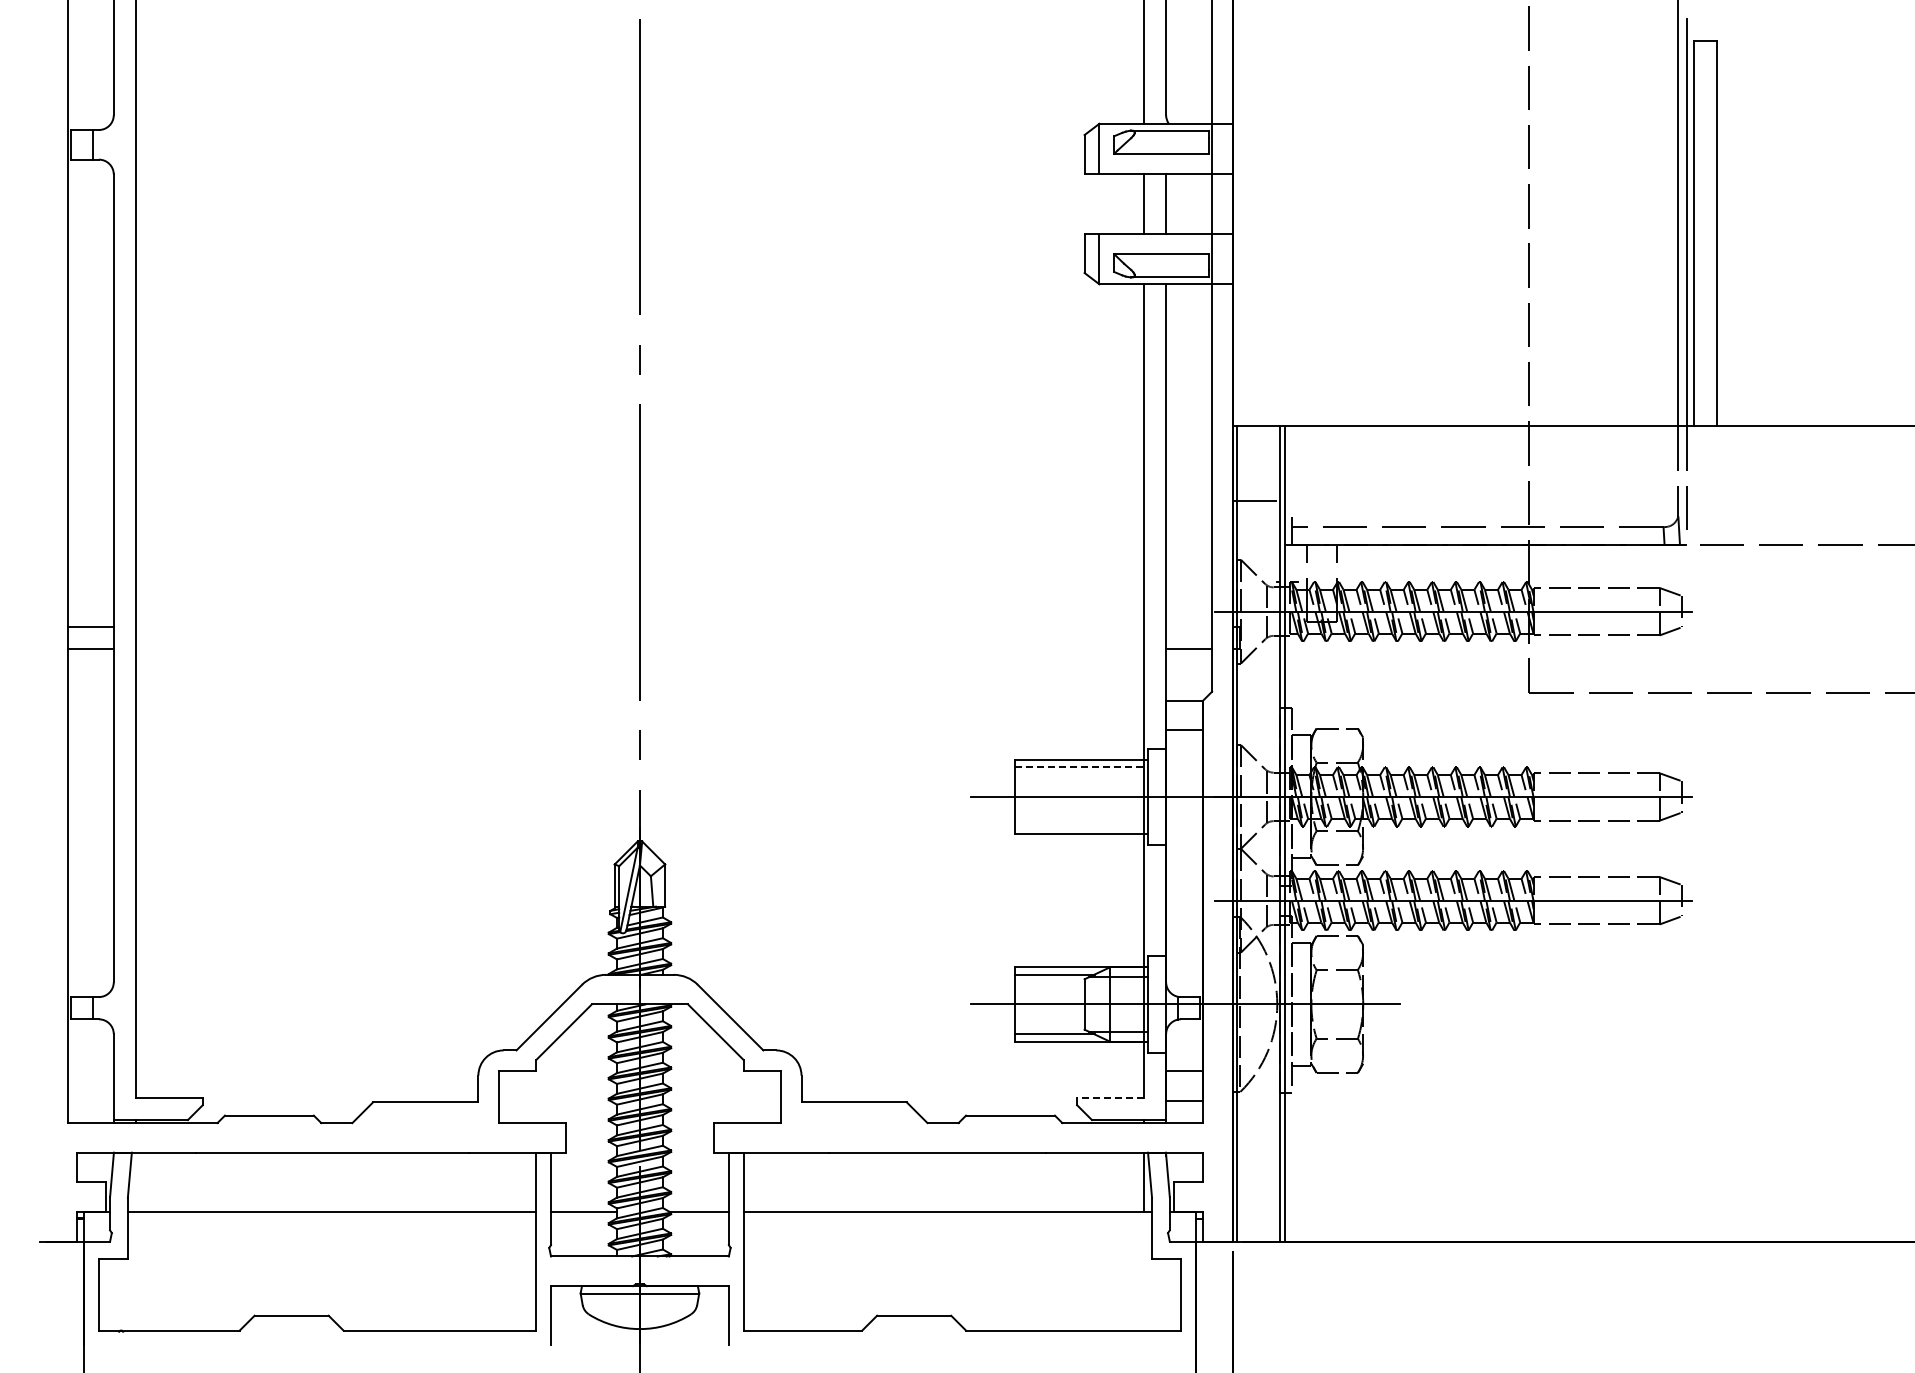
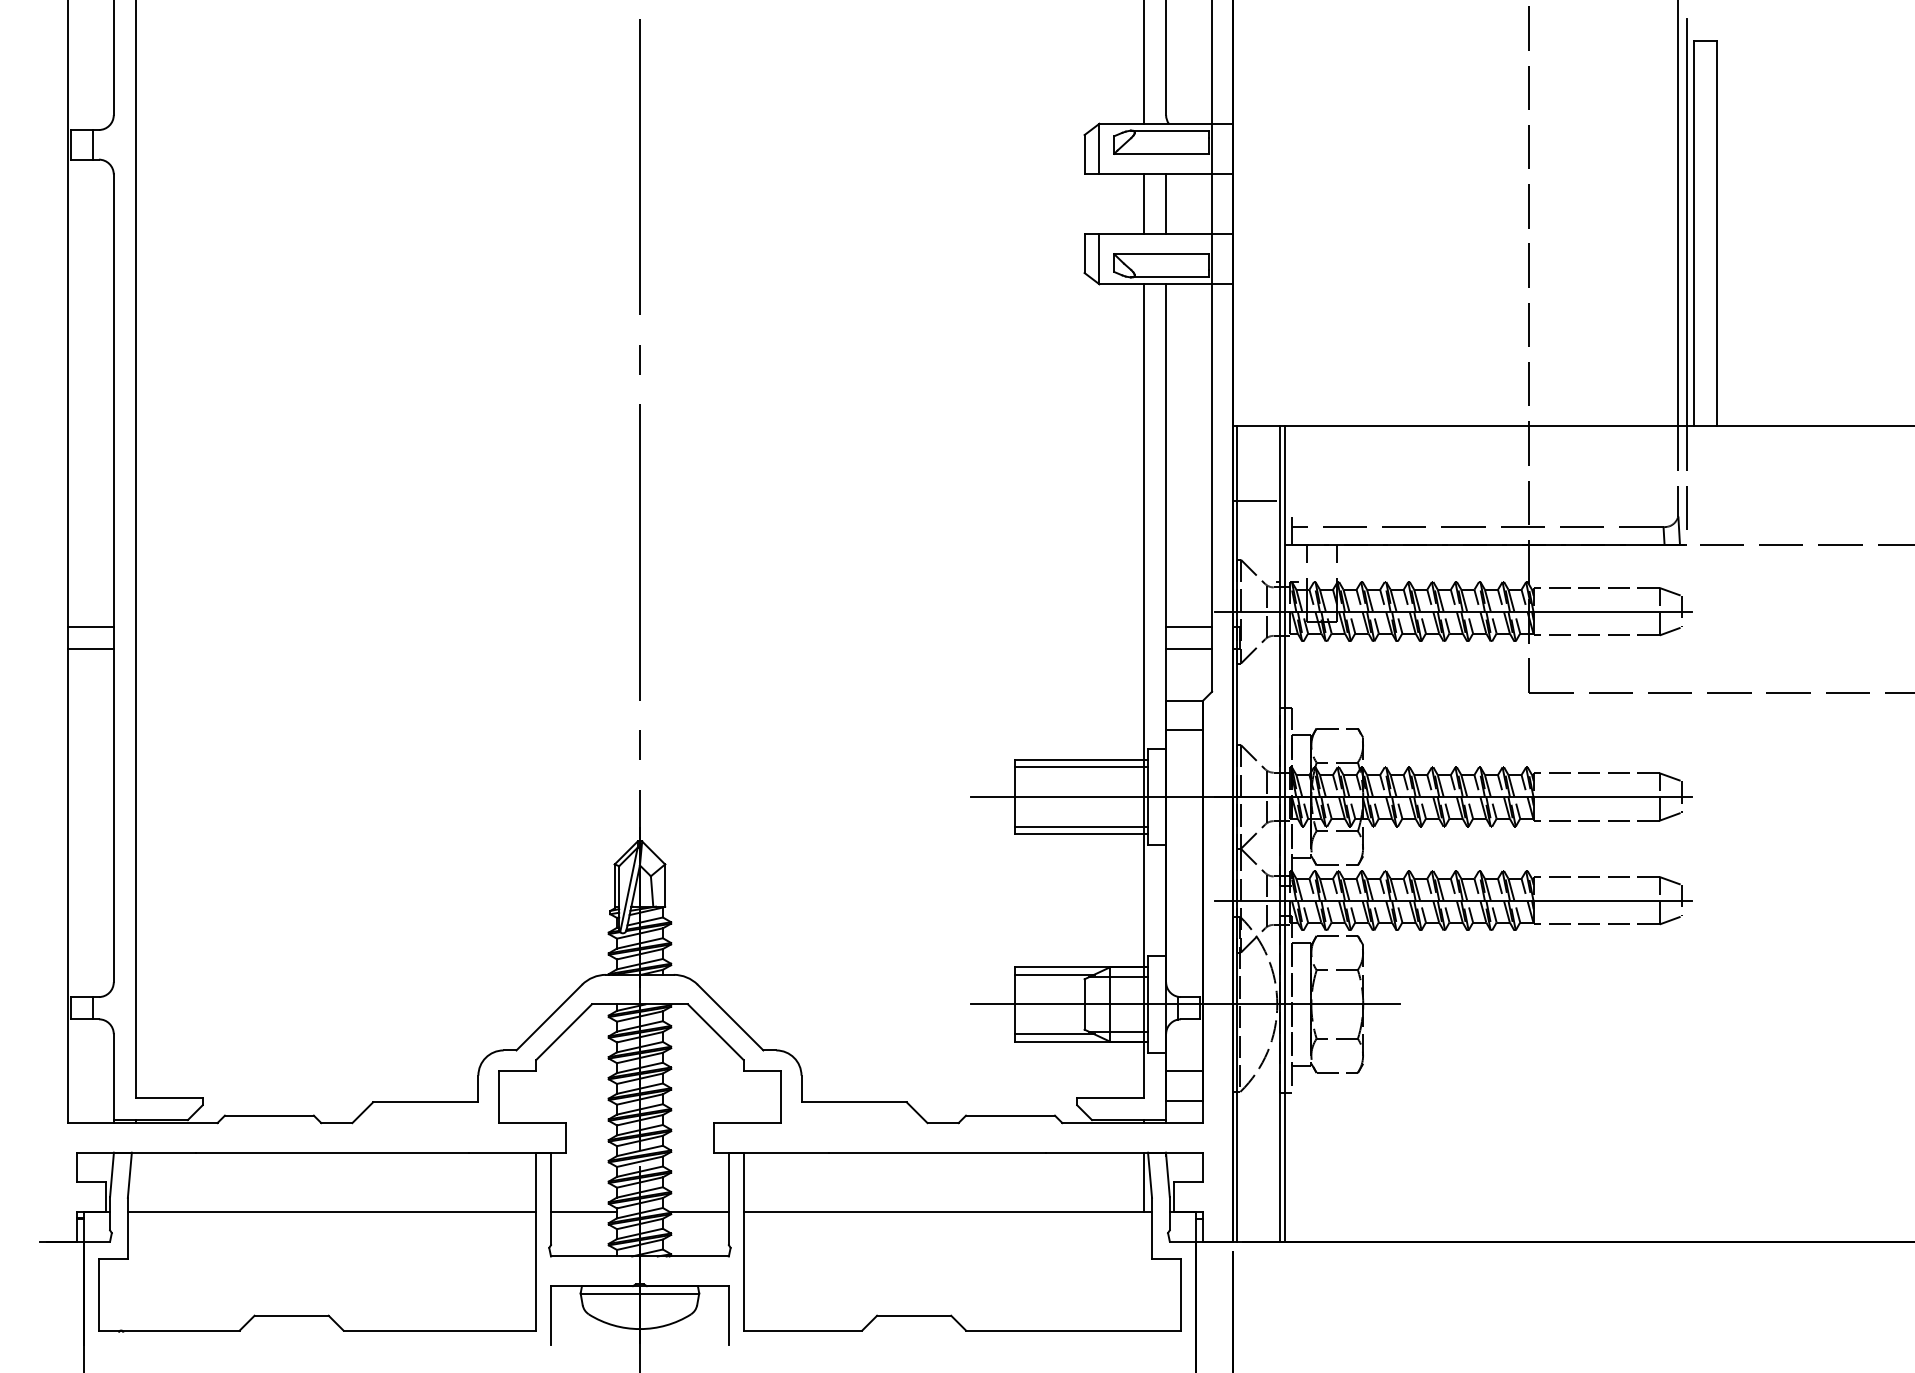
line at (1189, 626): none -> present
line at (1081, 767): dashed -> solid
line at (1081, 826): none -> present
line at (1110, 1097): dashed -> solid
